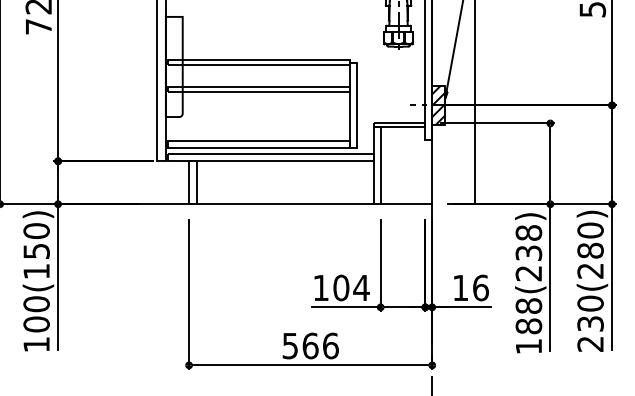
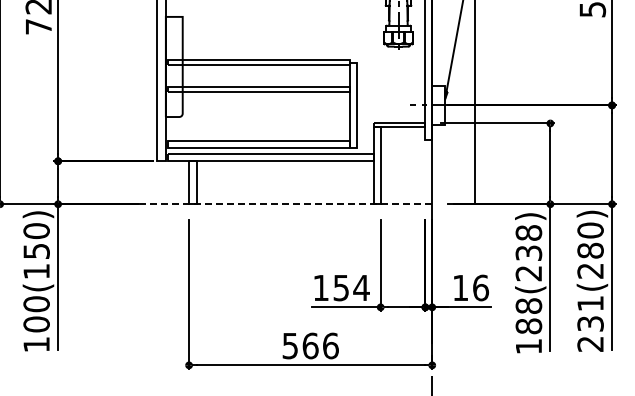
hatch at (438, 105): present -> none
line at (266, 204): solid -> dashed
text at (341, 287): 104 -> 154
text at (590, 303): 230(280) -> 231(280)
